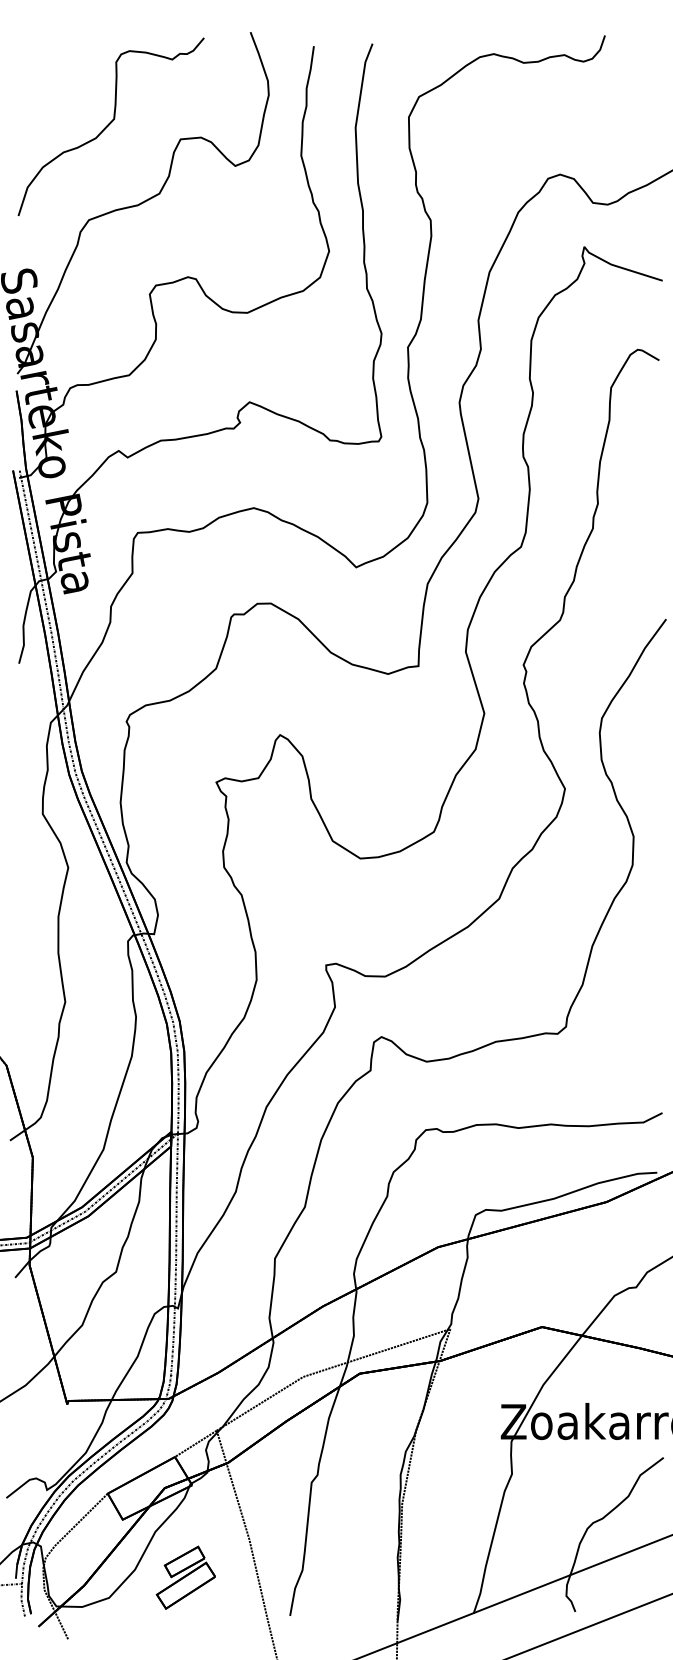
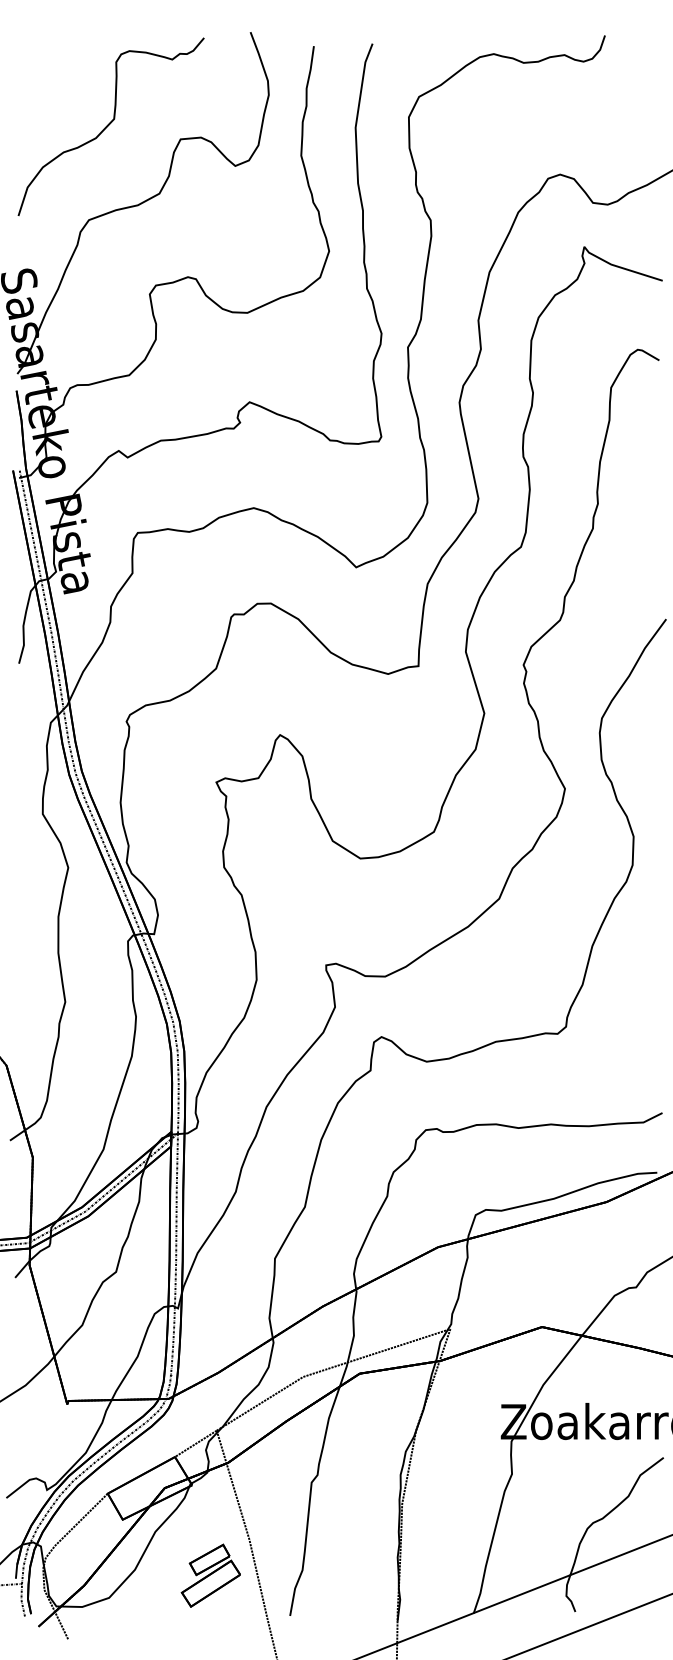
part at (185, 1577) position: (185, 1577) -> (210, 1575)
